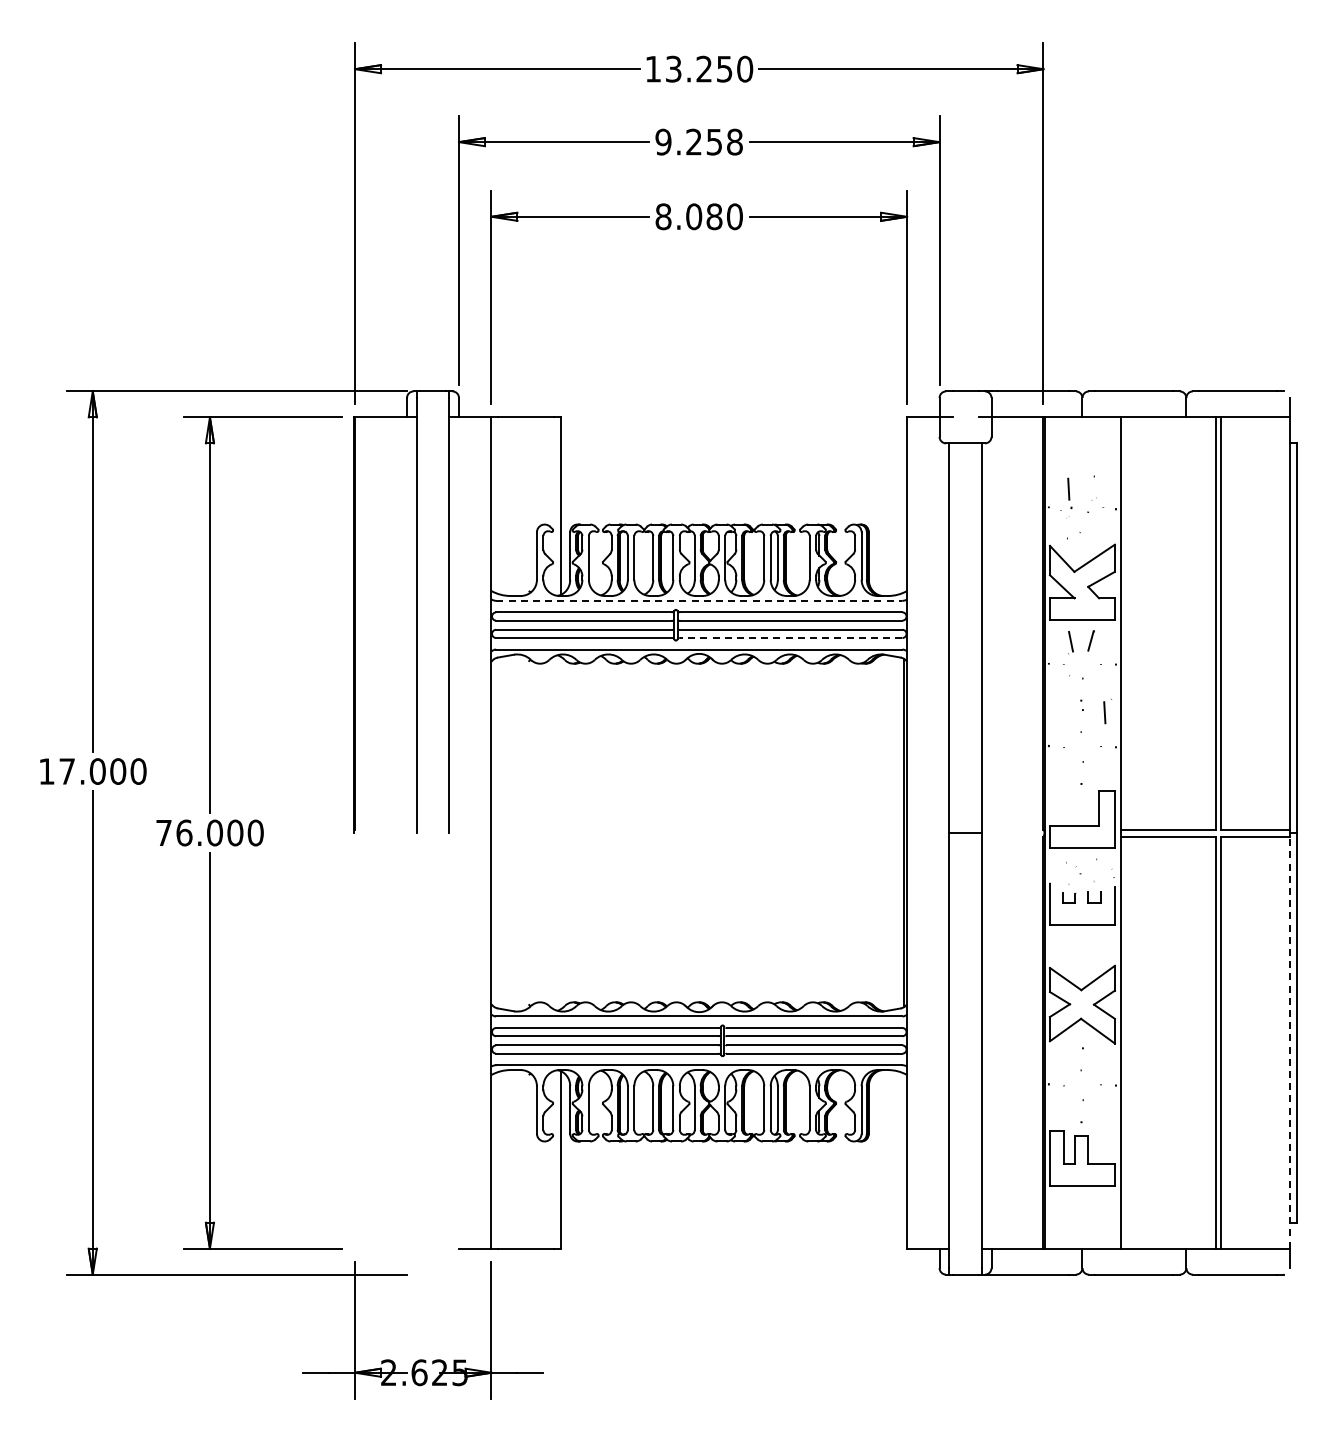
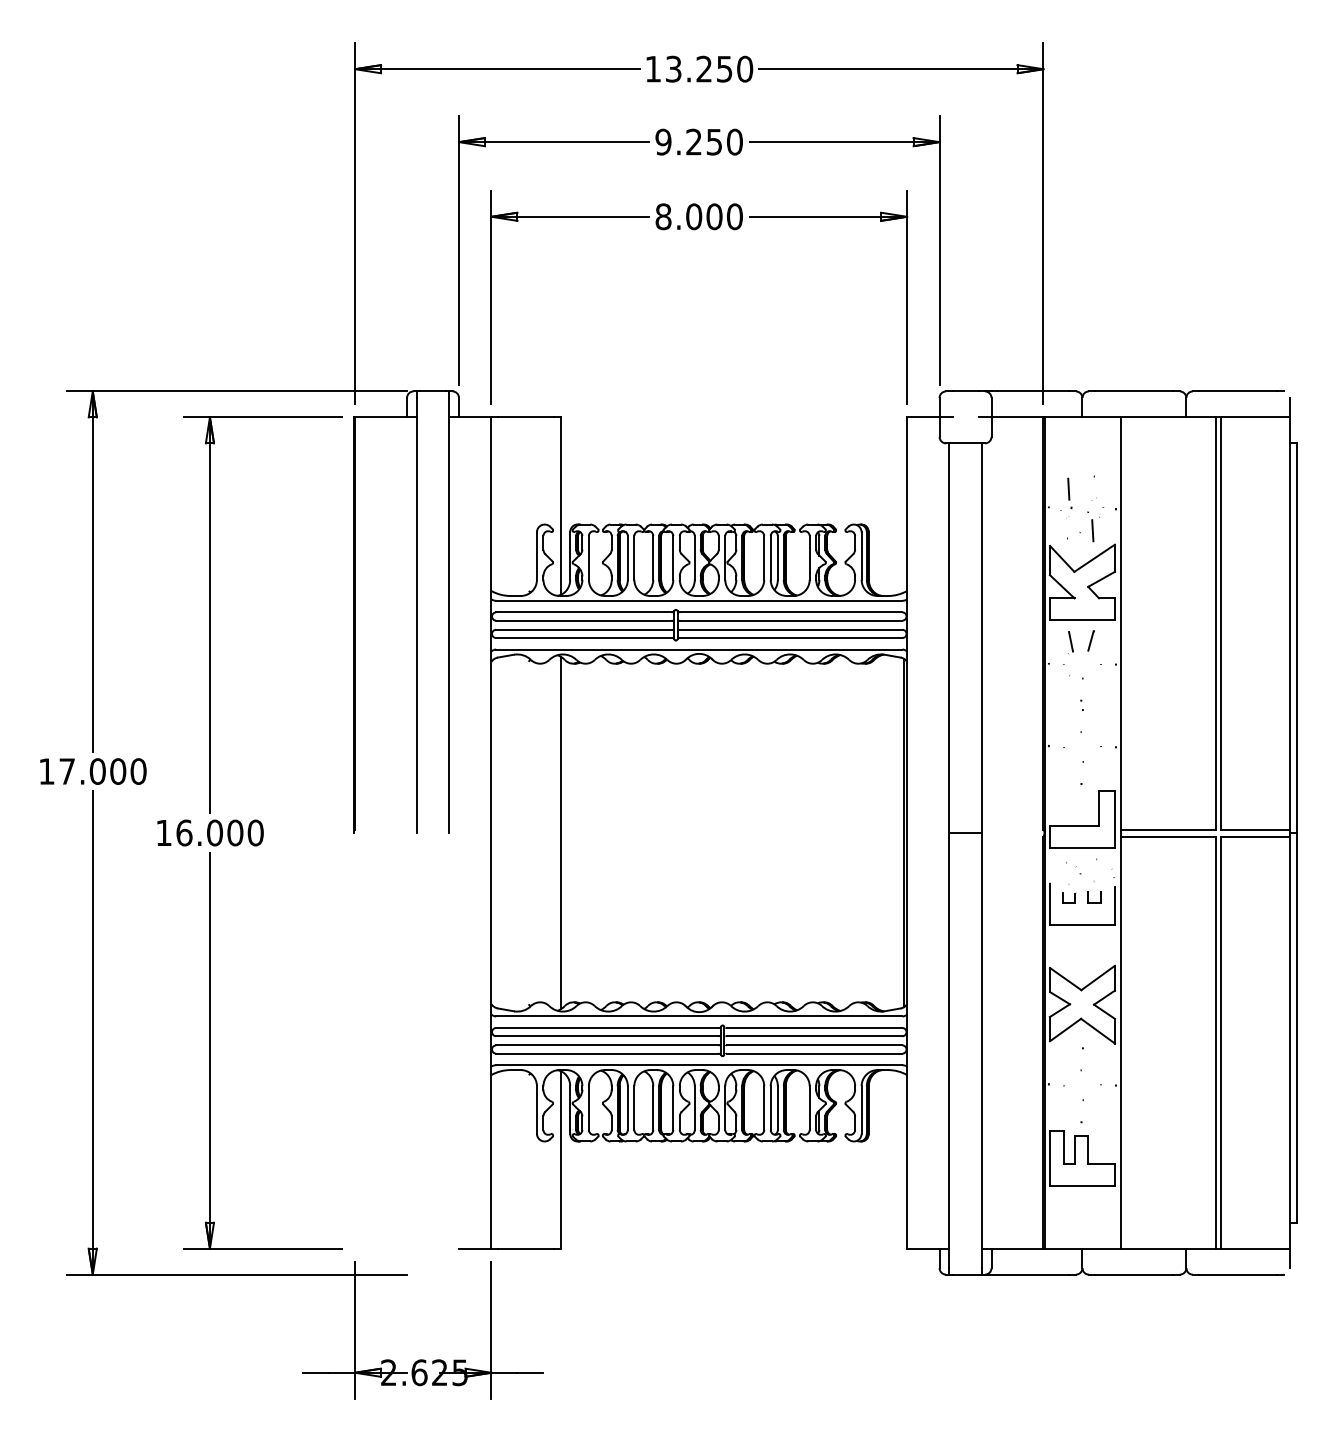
text at (734, 142): 9.258 -> 9.250
text at (714, 216): 8.080 -> 8.000
line at (699, 600): dashed -> solid
line at (790, 638): dashed -> solid
part at (1107, 711) position: (1107, 711) -> (1095, 529)
text at (163, 832): 76.000 -> 16.000
line at (561, 832): none -> present
line at (1290, 1042): dashed -> solid
